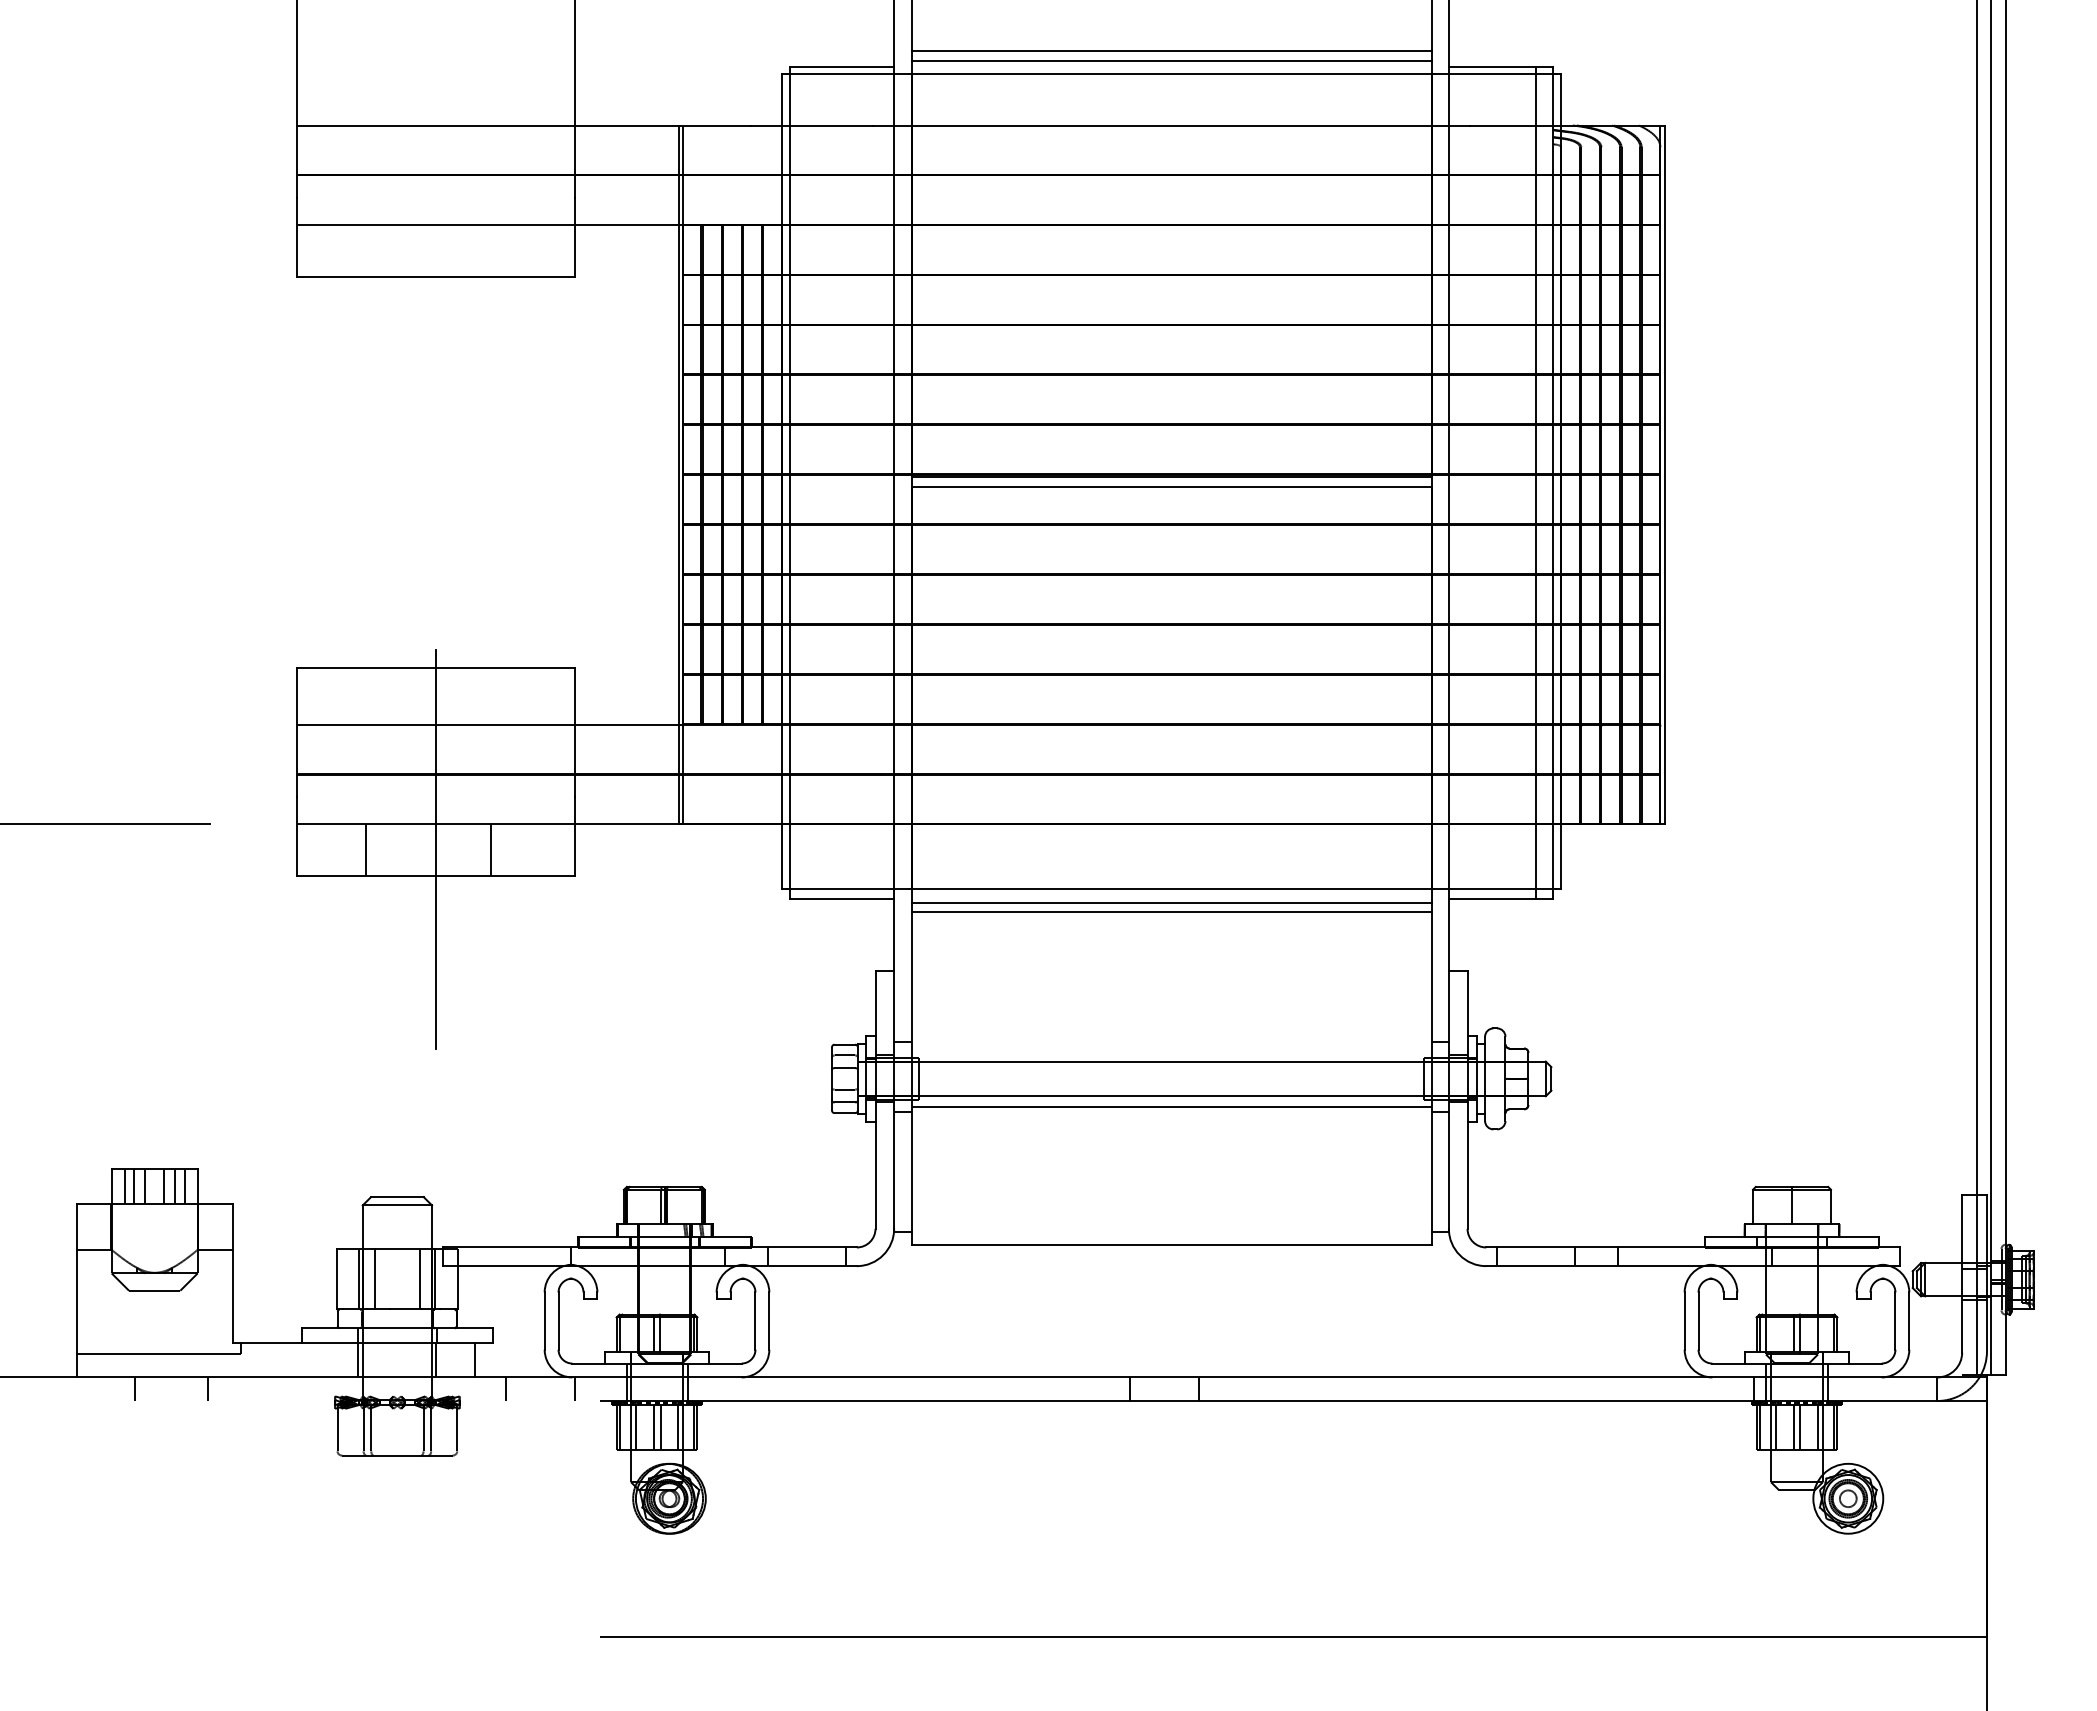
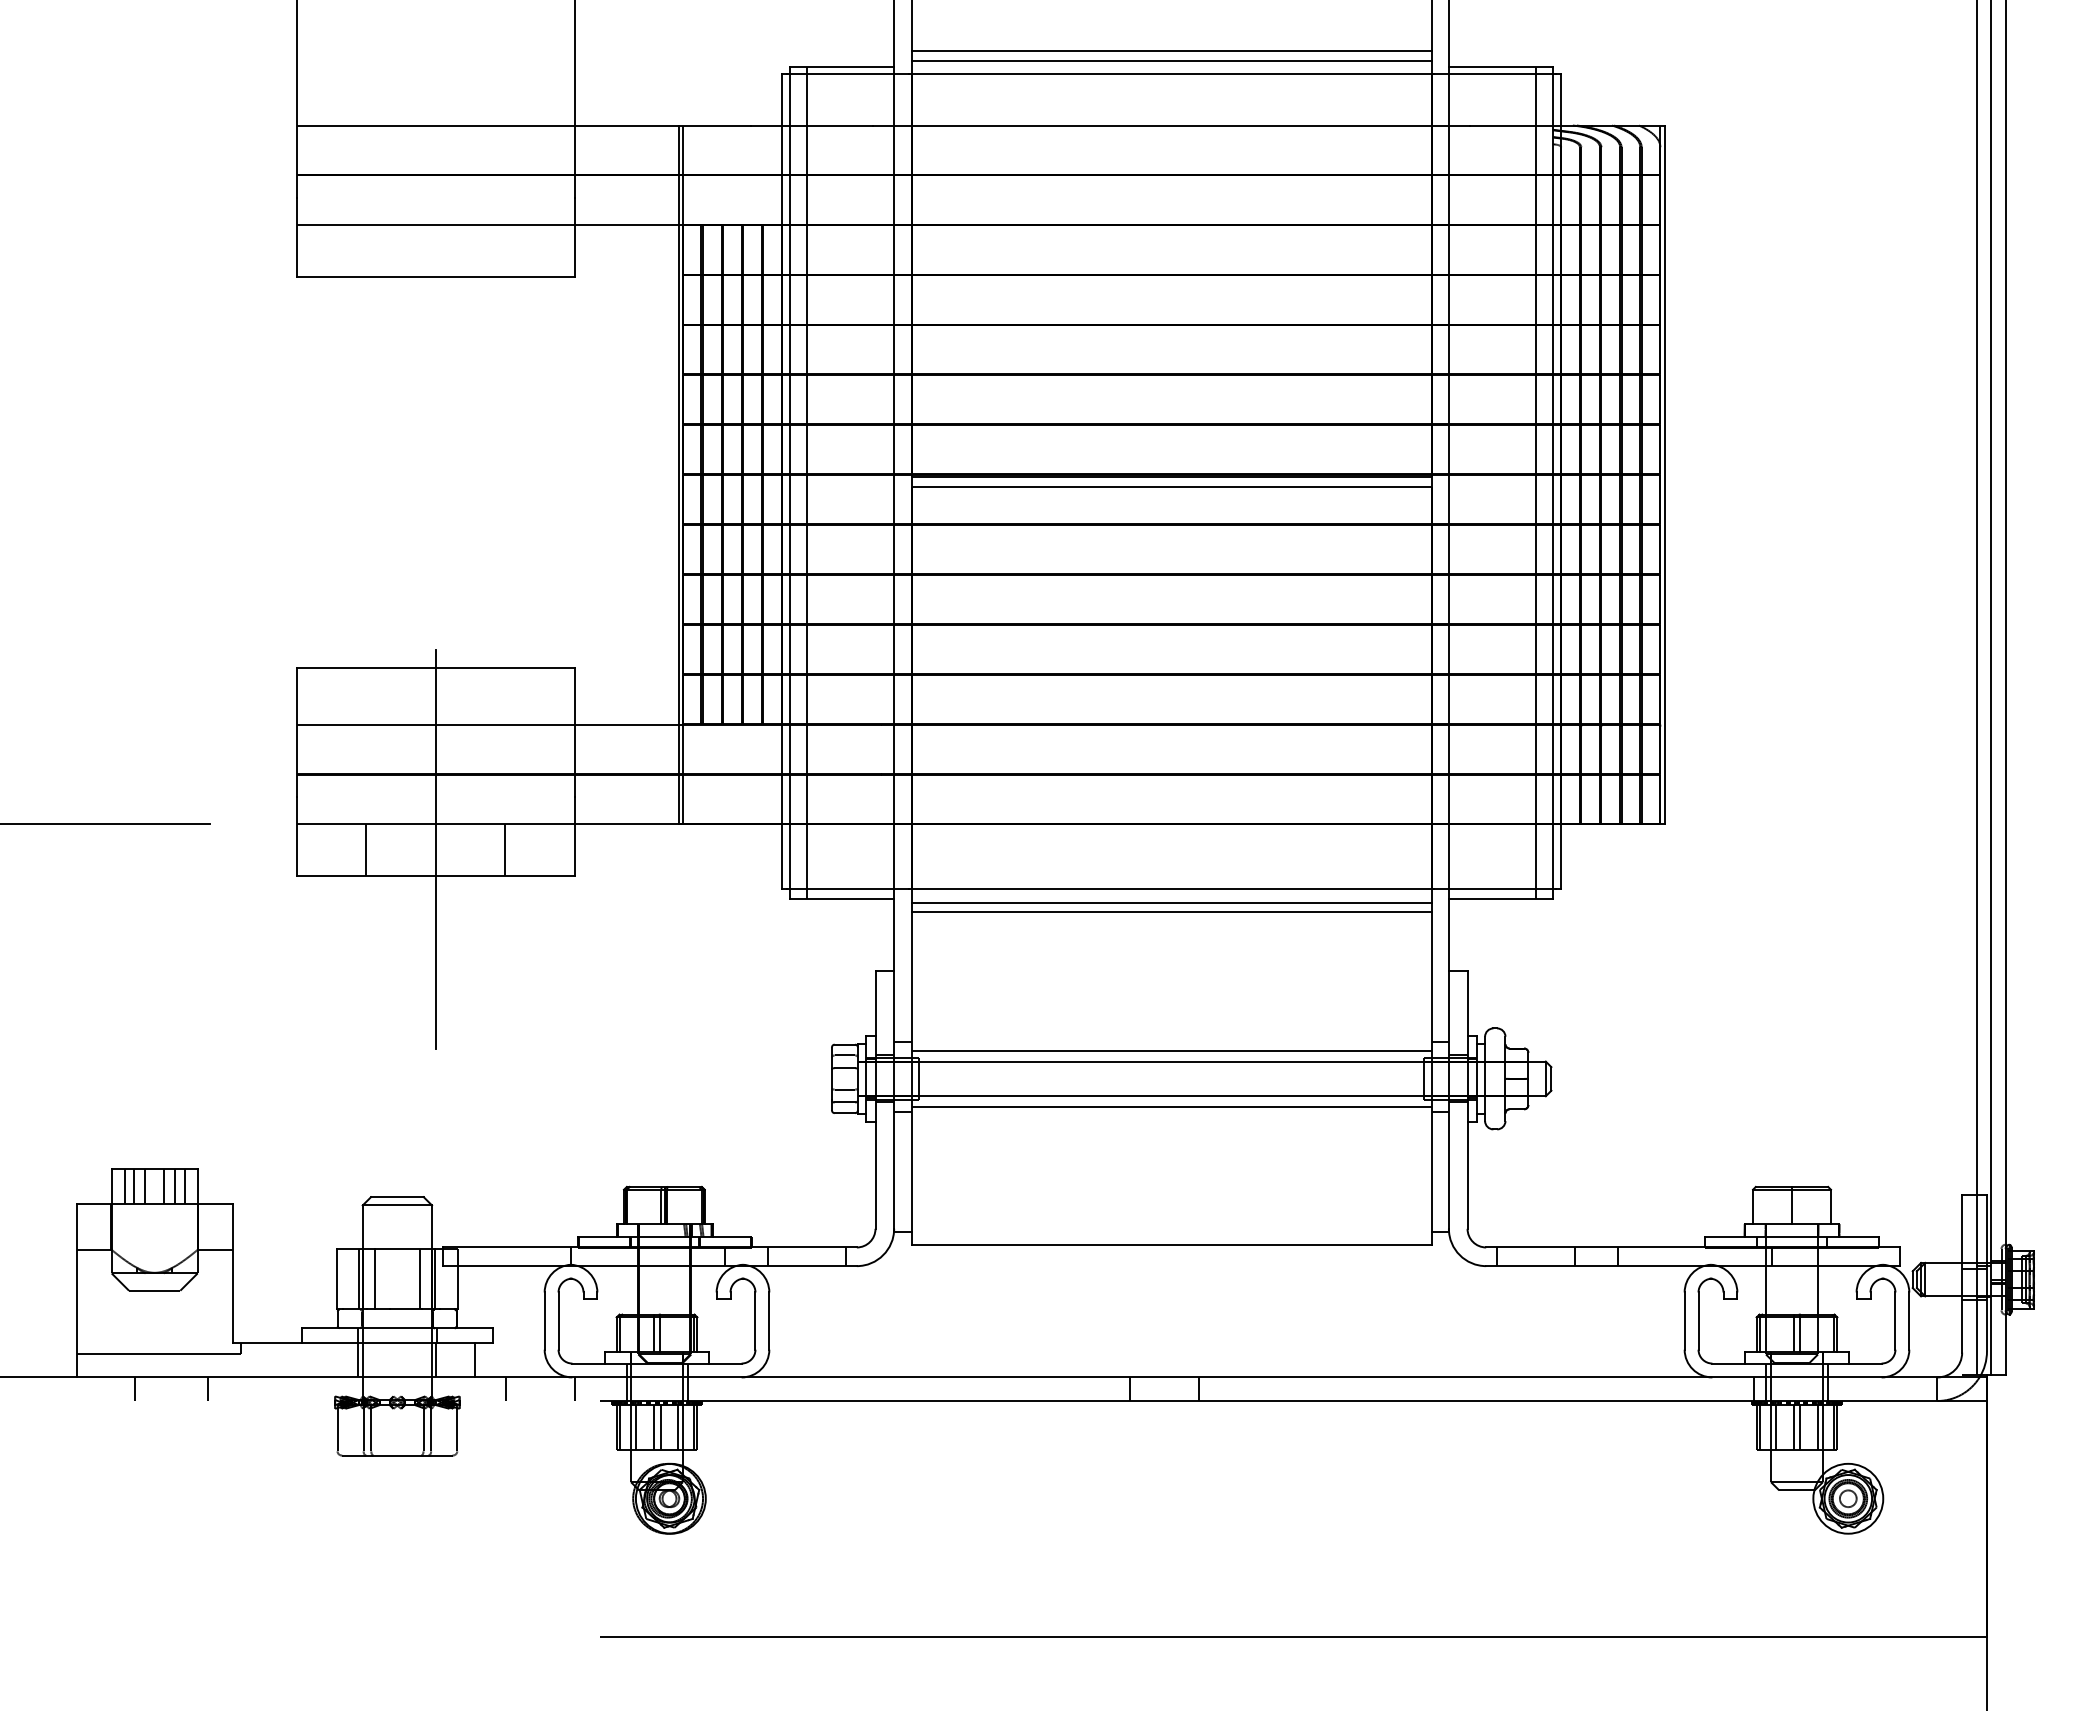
line at (807, 482): none -> present
line at (491, 849) position: (491, 849) -> (505, 849)
line at (1171, 1050): none -> present
